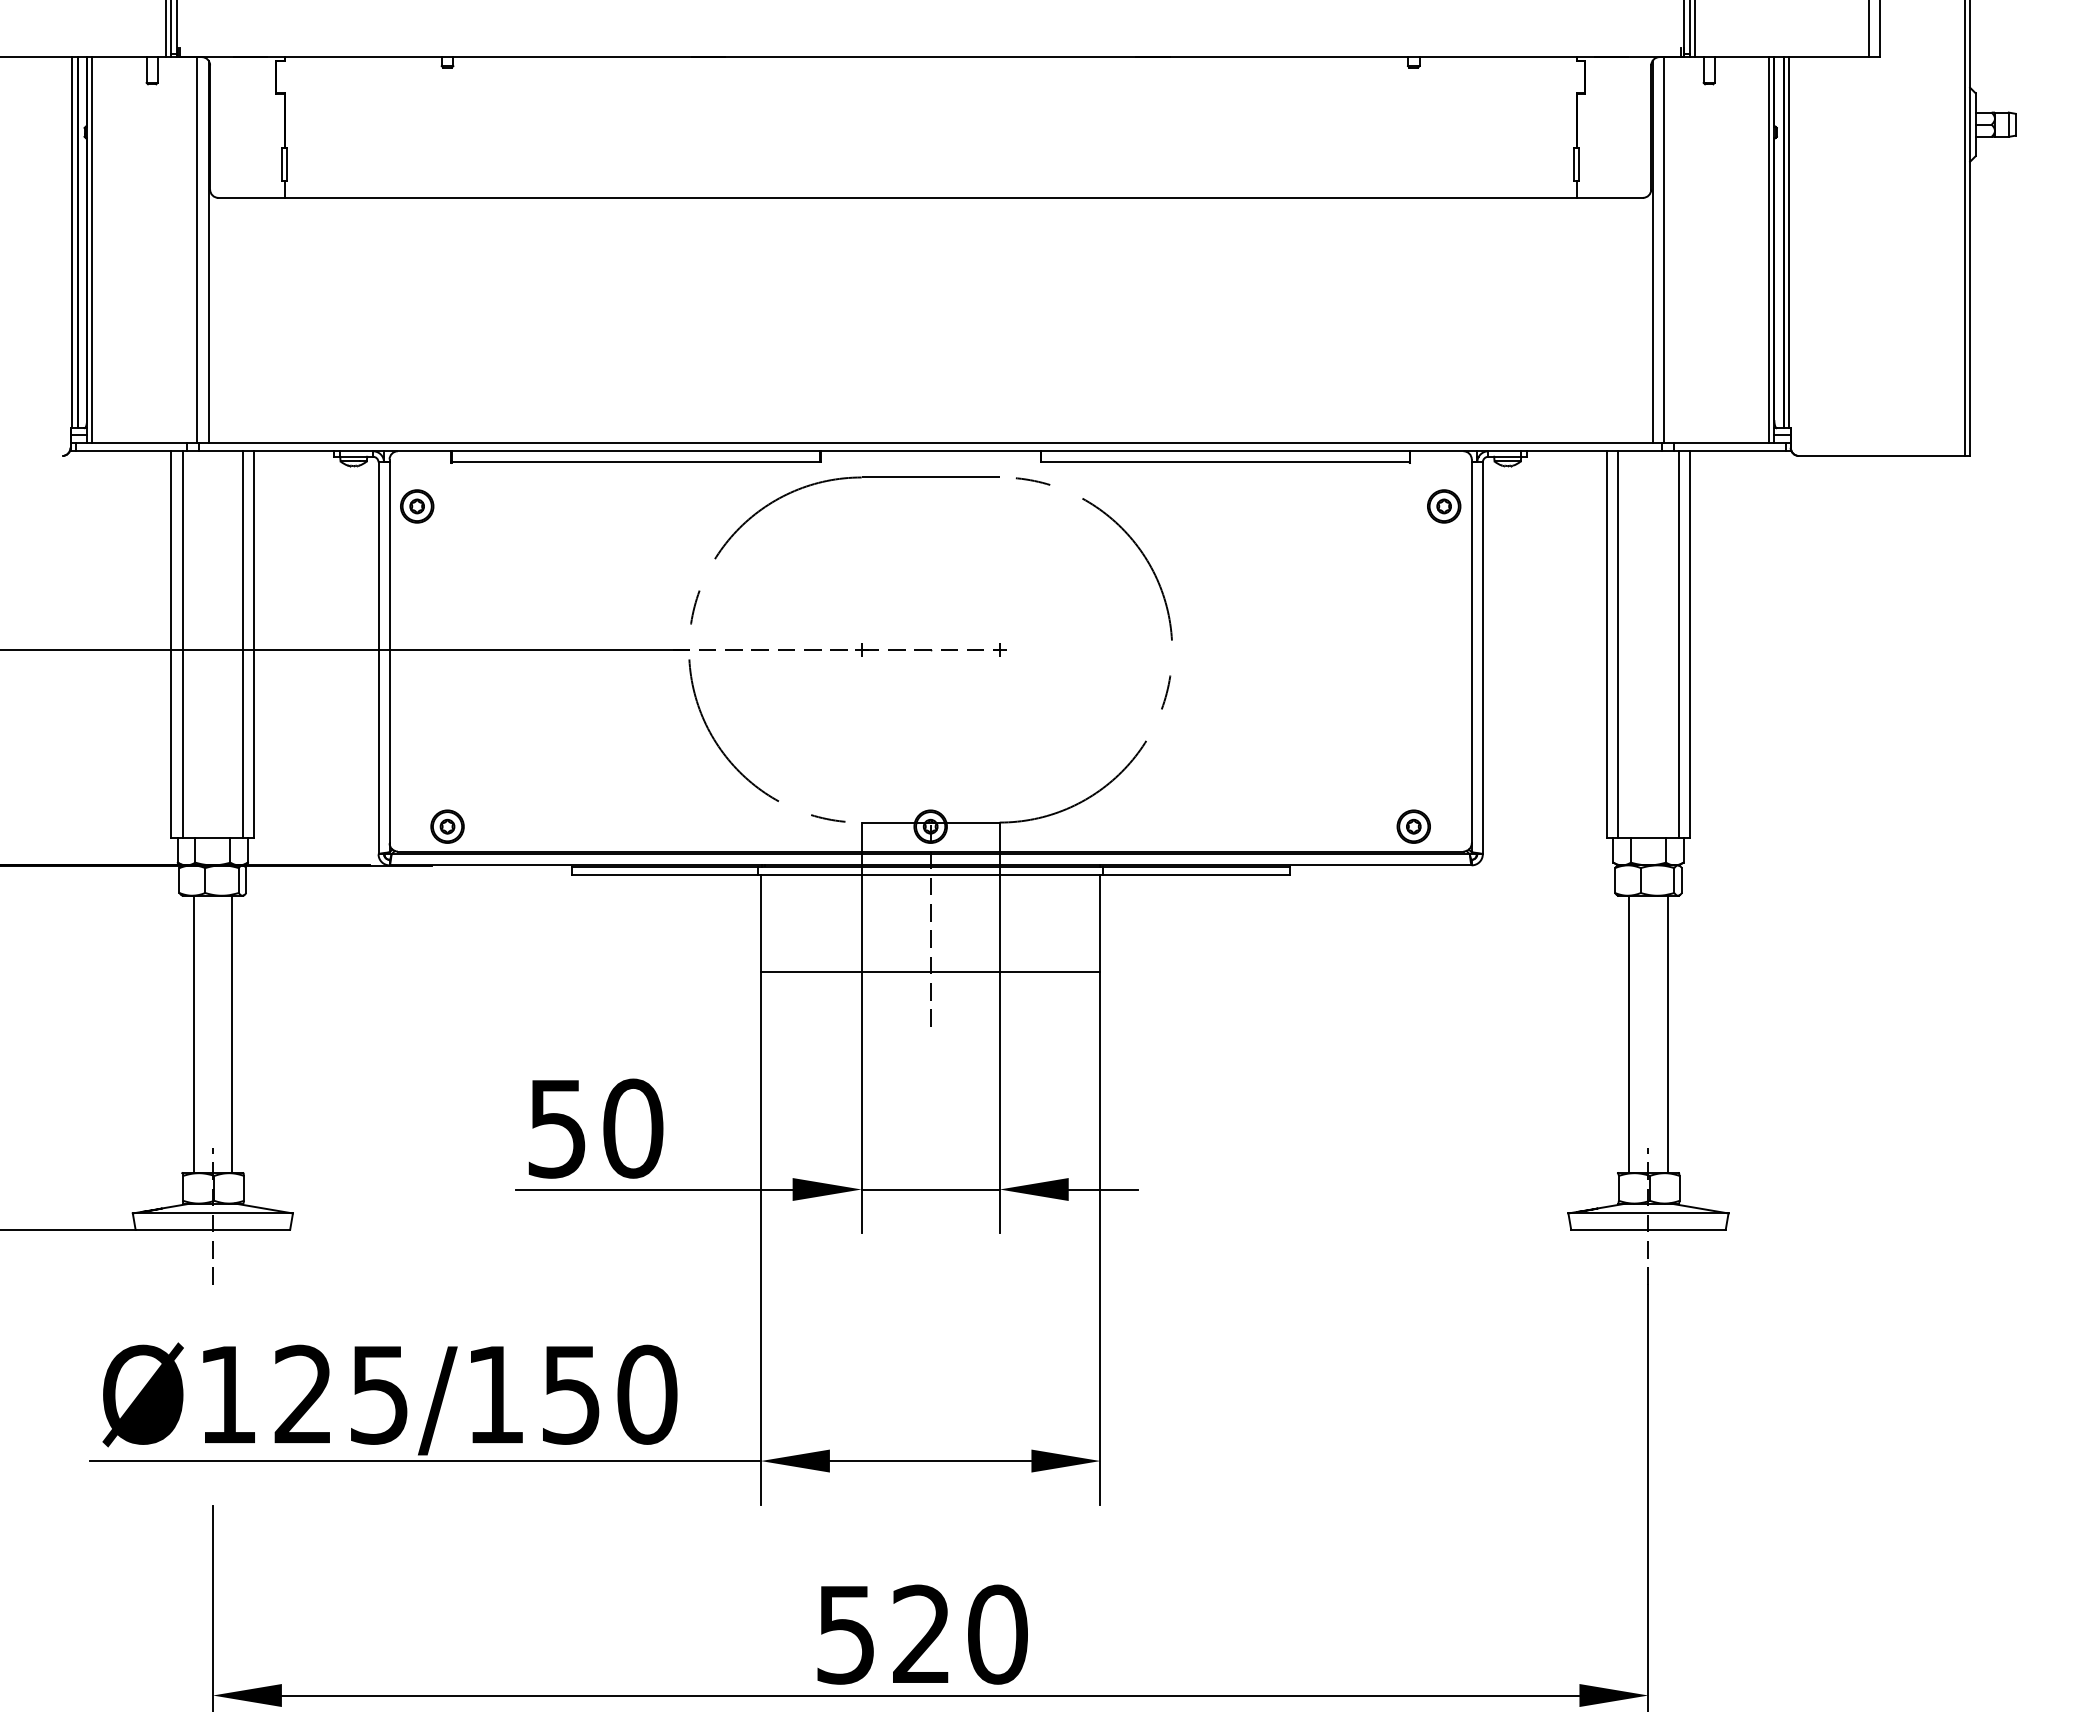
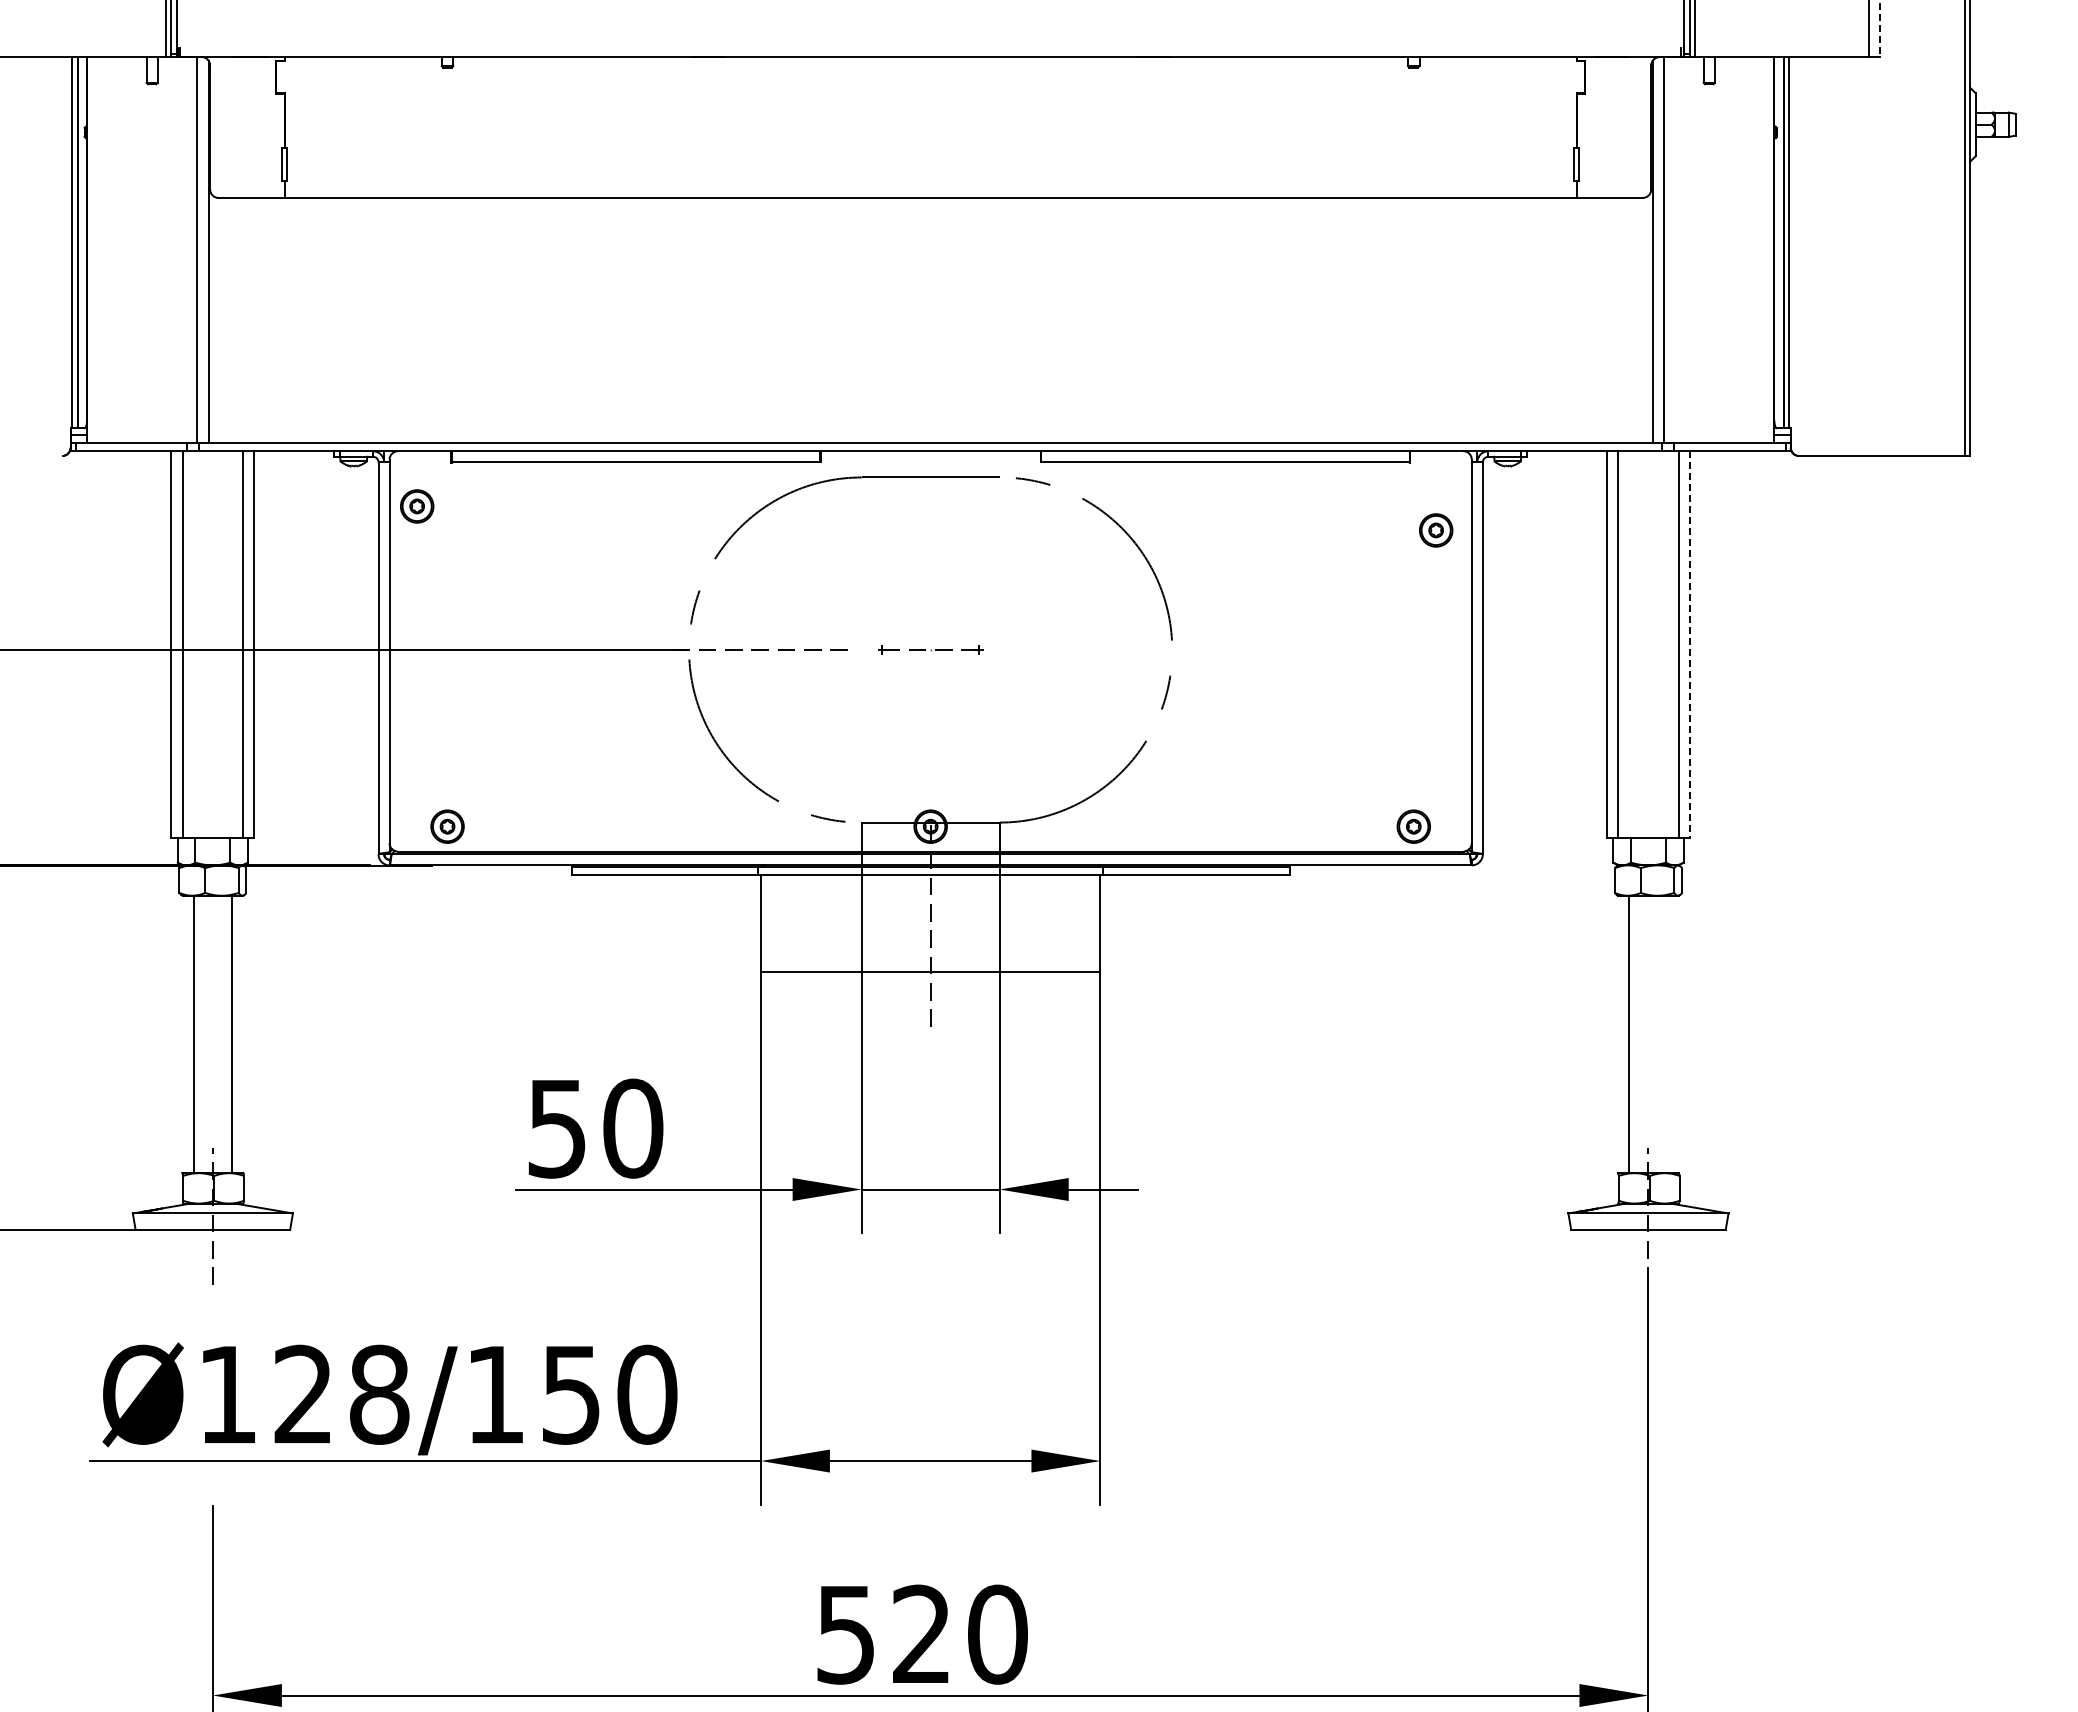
line at (1880, 29): solid -> dashed
line at (92, 249): present -> none
line at (1769, 249): present -> none
part at (1444, 506) position: (1444, 506) -> (1436, 530)
line at (1689, 645): solid -> dashed
part at (930, 649) size: 152x14 px -> 106x10 px
line at (1667, 1034): present -> none
text at (379, 1394): Ø125/150 -> Ø128/150
